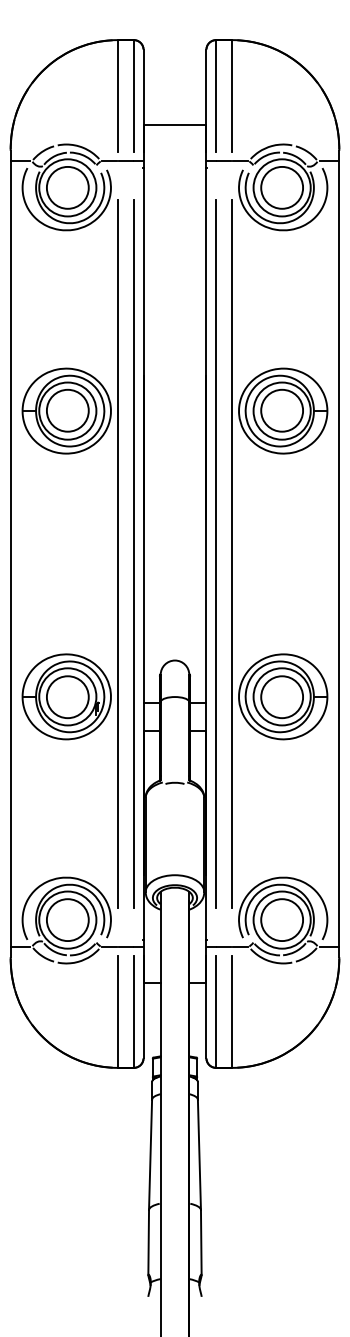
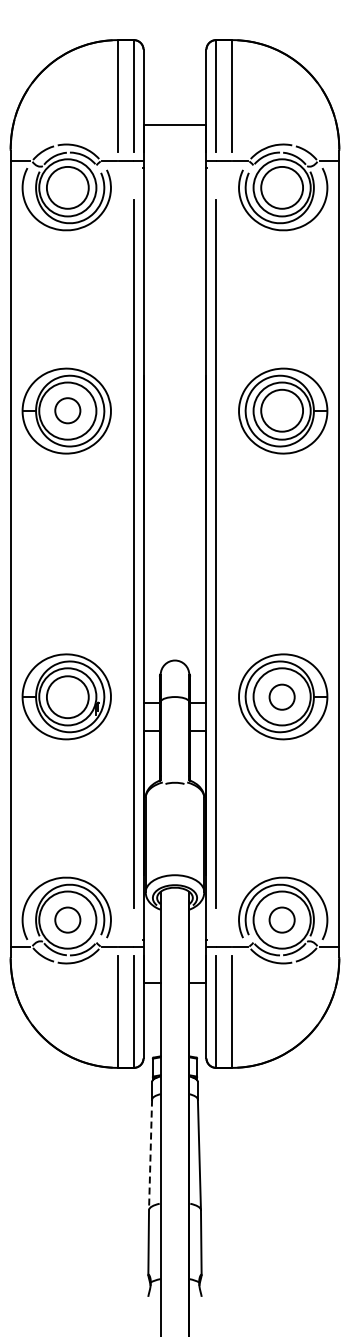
circle at (67, 410) diameter: 42 px -> 25 px
line at (117, 553): present -> none
line at (232, 553): present -> none
circle at (282, 697) diameter: 42 px -> 25 px
circle at (67, 920) diameter: 42 px -> 25 px
circle at (282, 920) diameter: 42 px -> 25 px
line at (150, 1155): solid -> dashed
